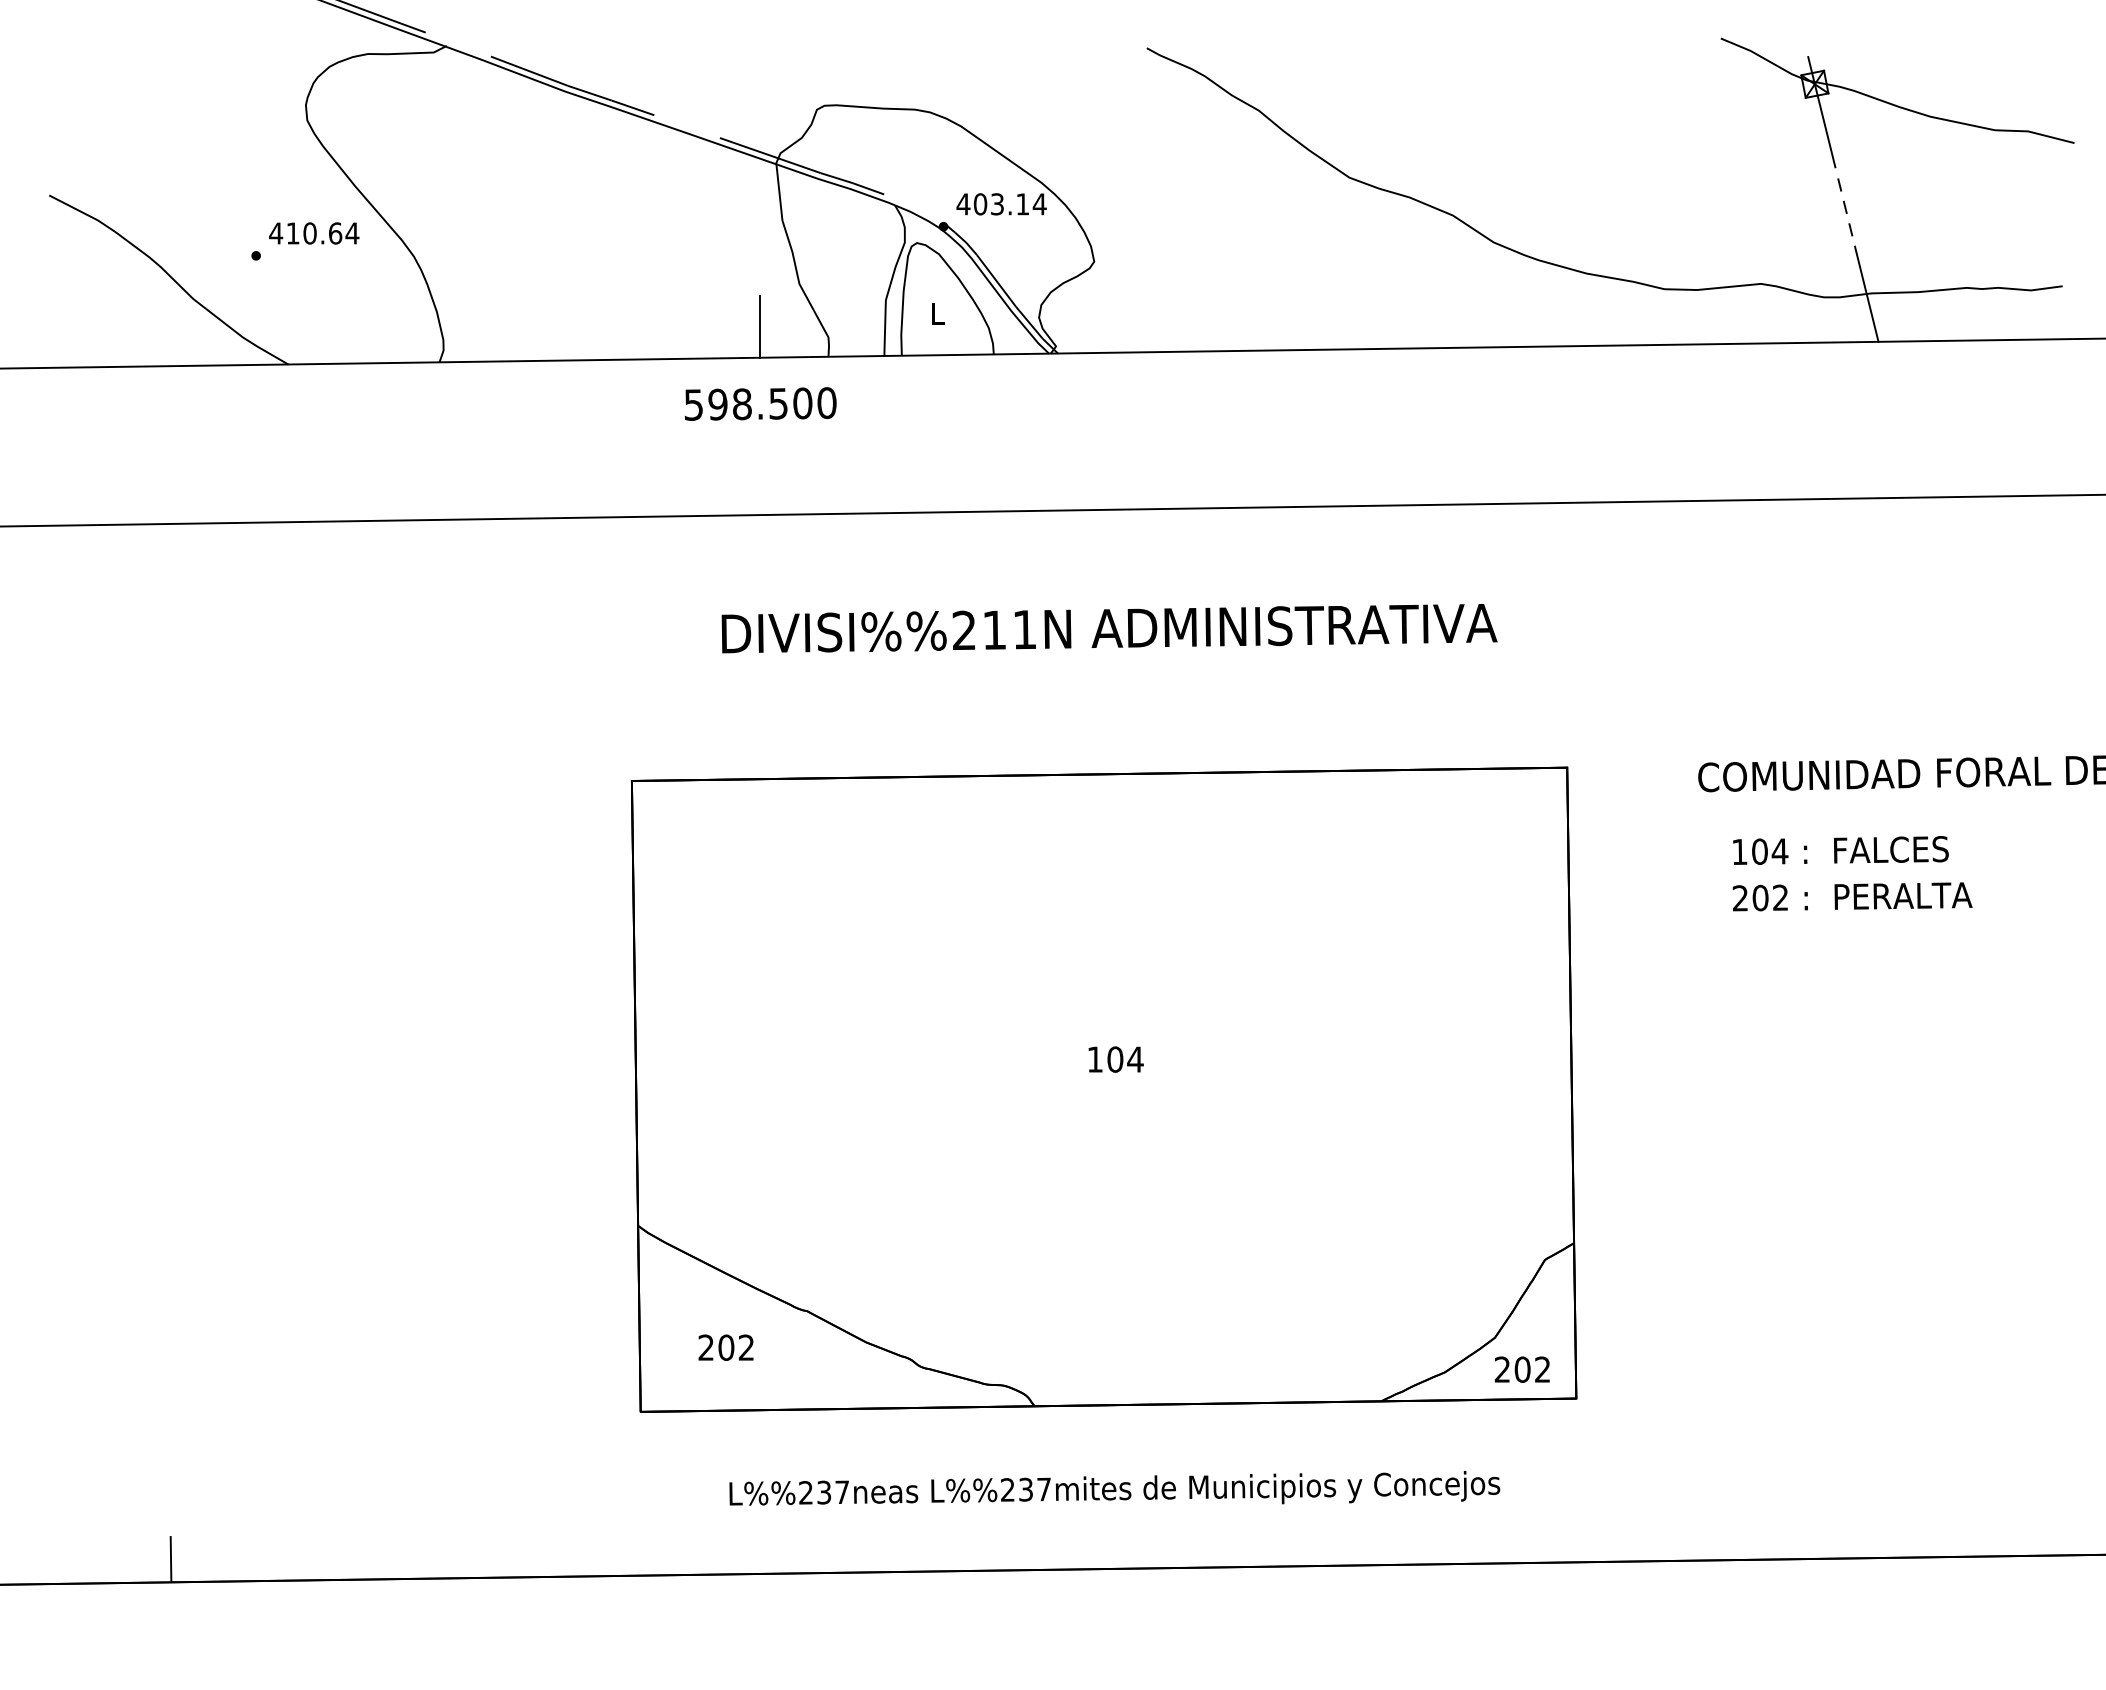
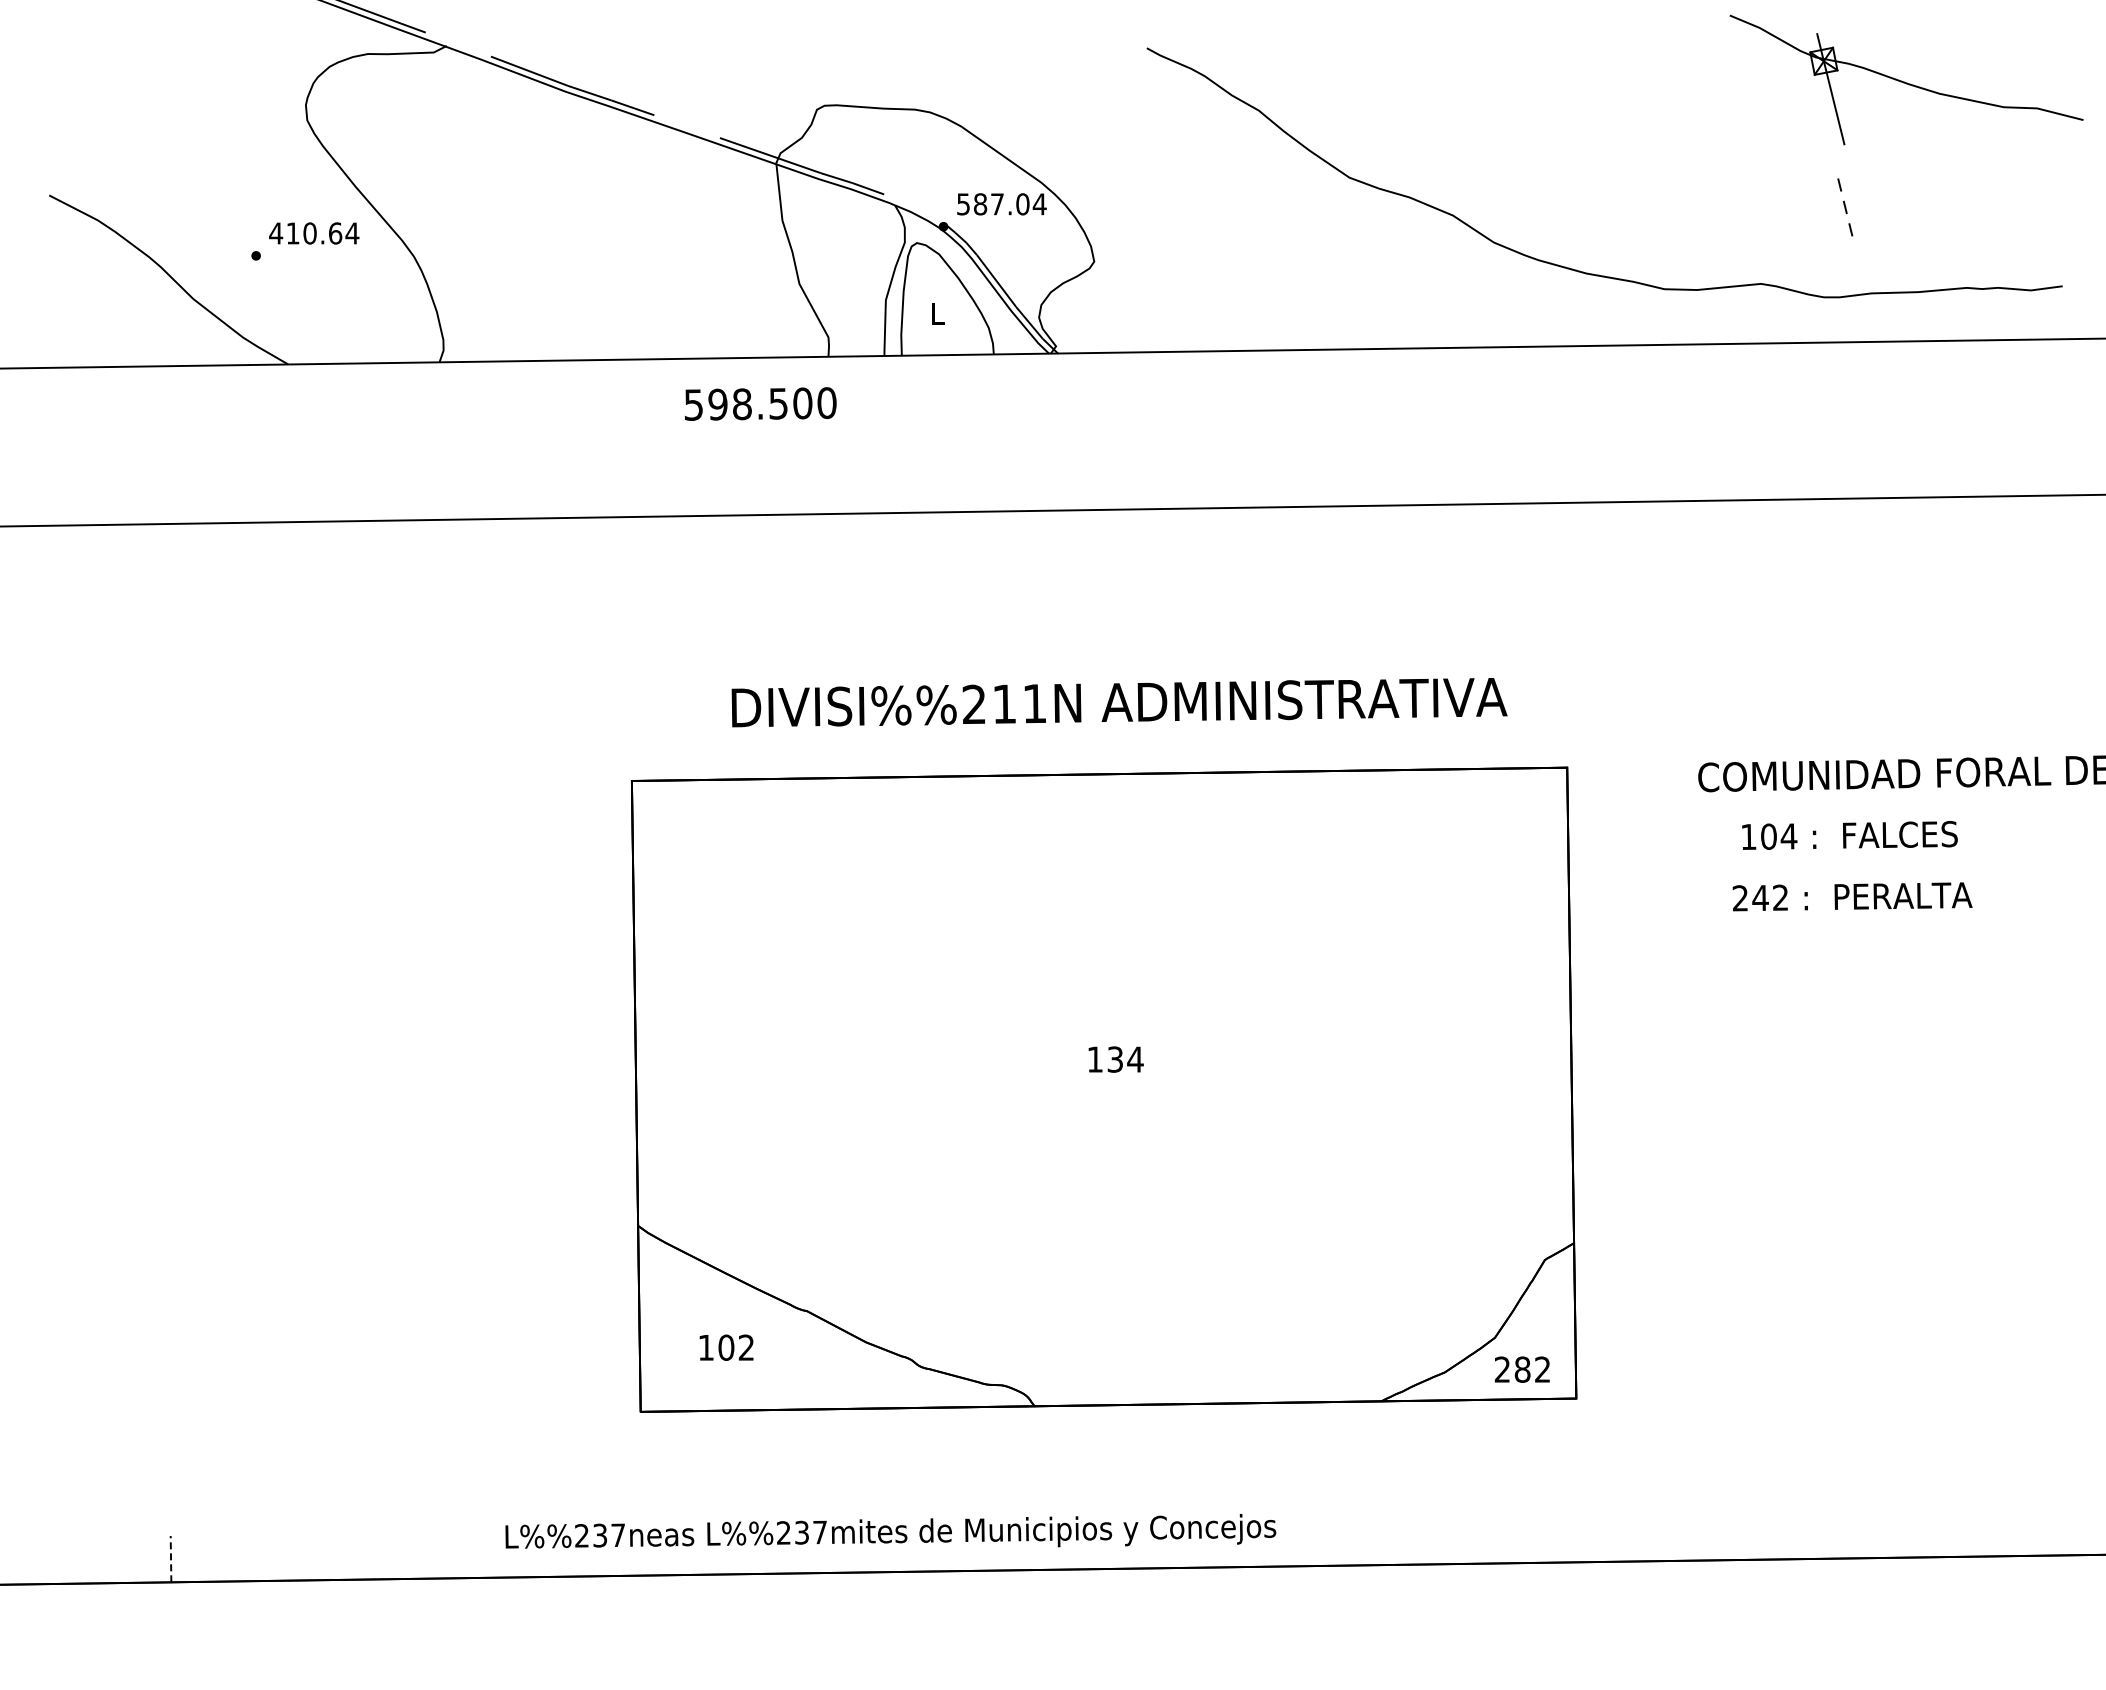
part at (1897, 102) position: (1897, 102) -> (1906, 79)
text at (992, 204): 403.14 -> 587.04
line at (1866, 293): present -> none
line at (760, 326): present -> none
text at (1109, 628) position: (1109, 628) -> (1119, 702)
text at (1840, 850) position: (1840, 850) -> (1849, 835)
text at (1760, 897): 202 -> 242
text at (1115, 1059): 104 -> 134
text at (705, 1347): 202 -> 102
text at (1522, 1369): 202 -> 282
text at (1114, 1488) position: (1114, 1488) -> (890, 1531)
line at (171, 1558): solid -> dashed
